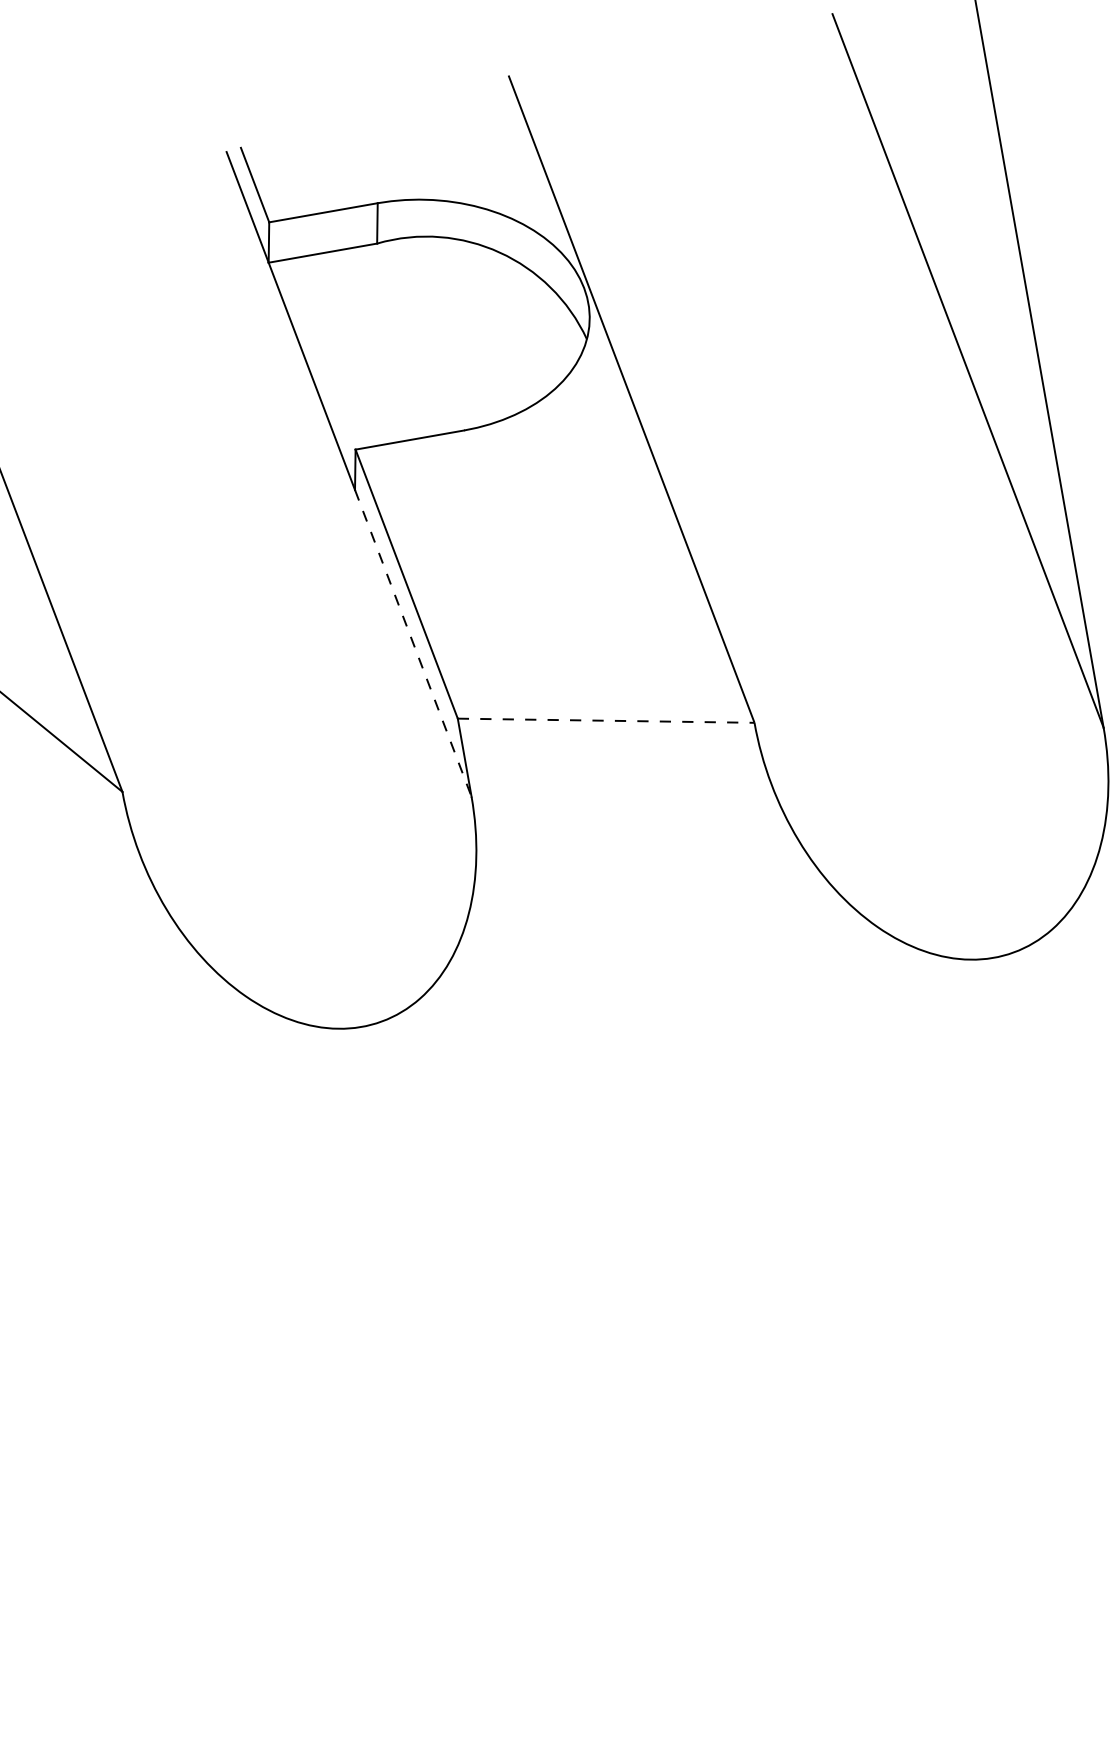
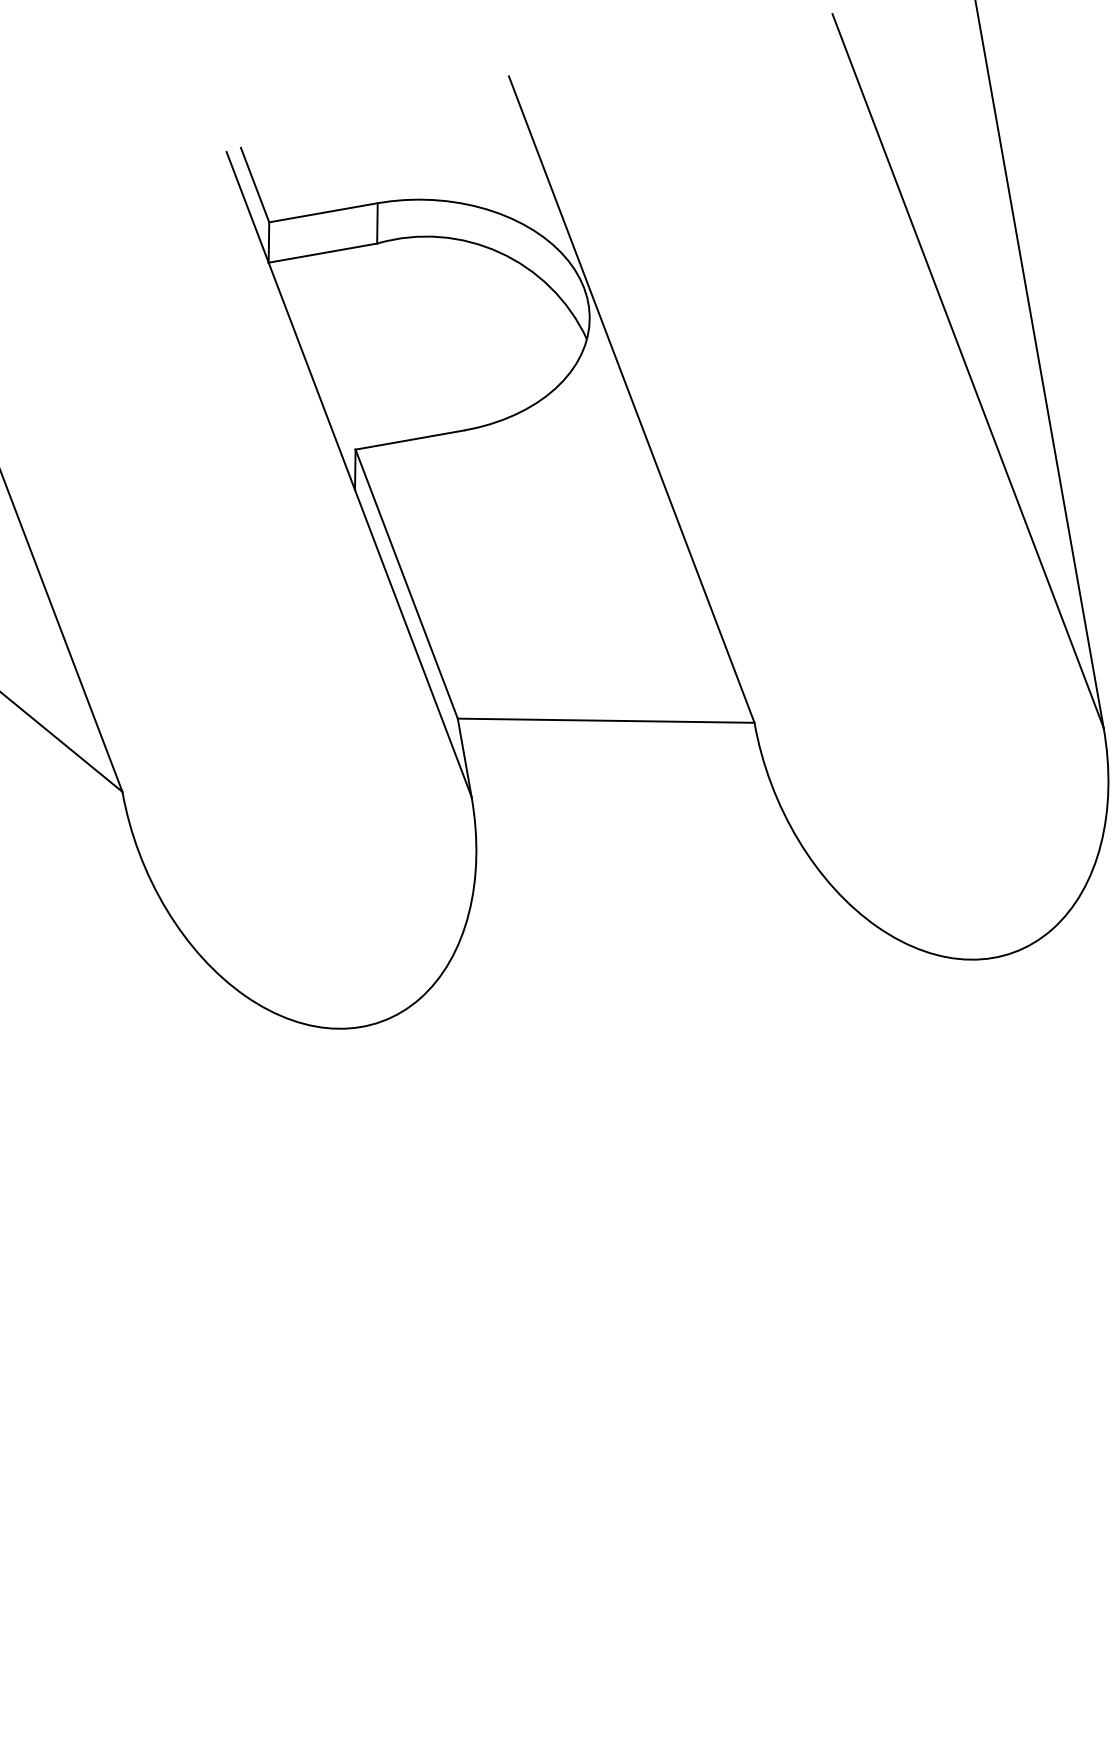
line at (413, 643): dashed -> solid
line at (606, 720): dashed -> solid
